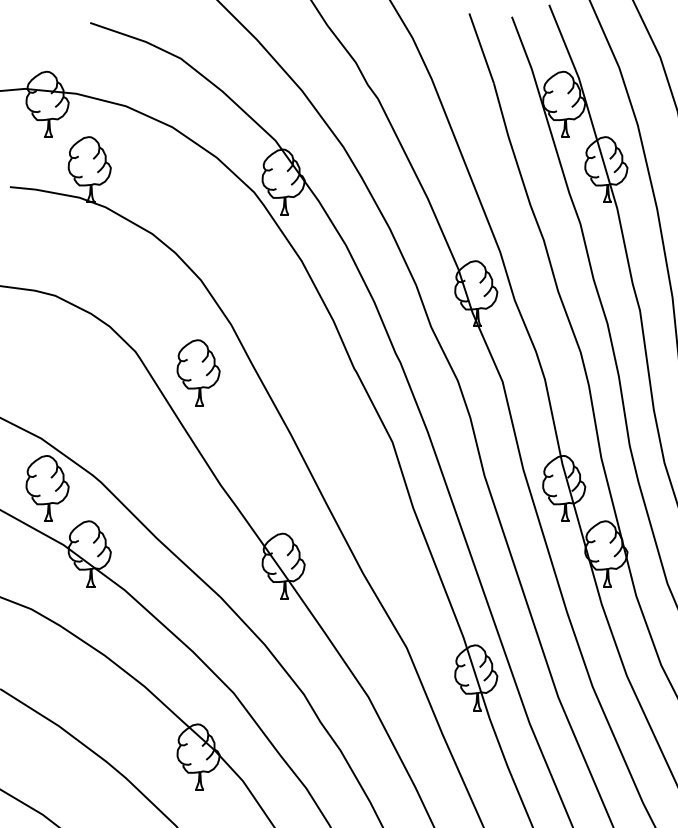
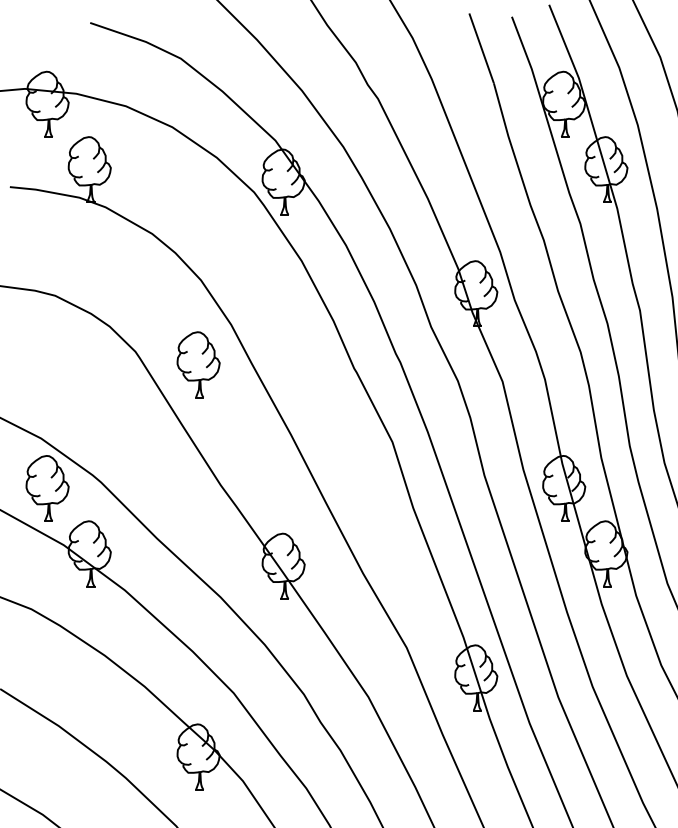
part at (198, 372) position: (198, 372) -> (198, 364)
